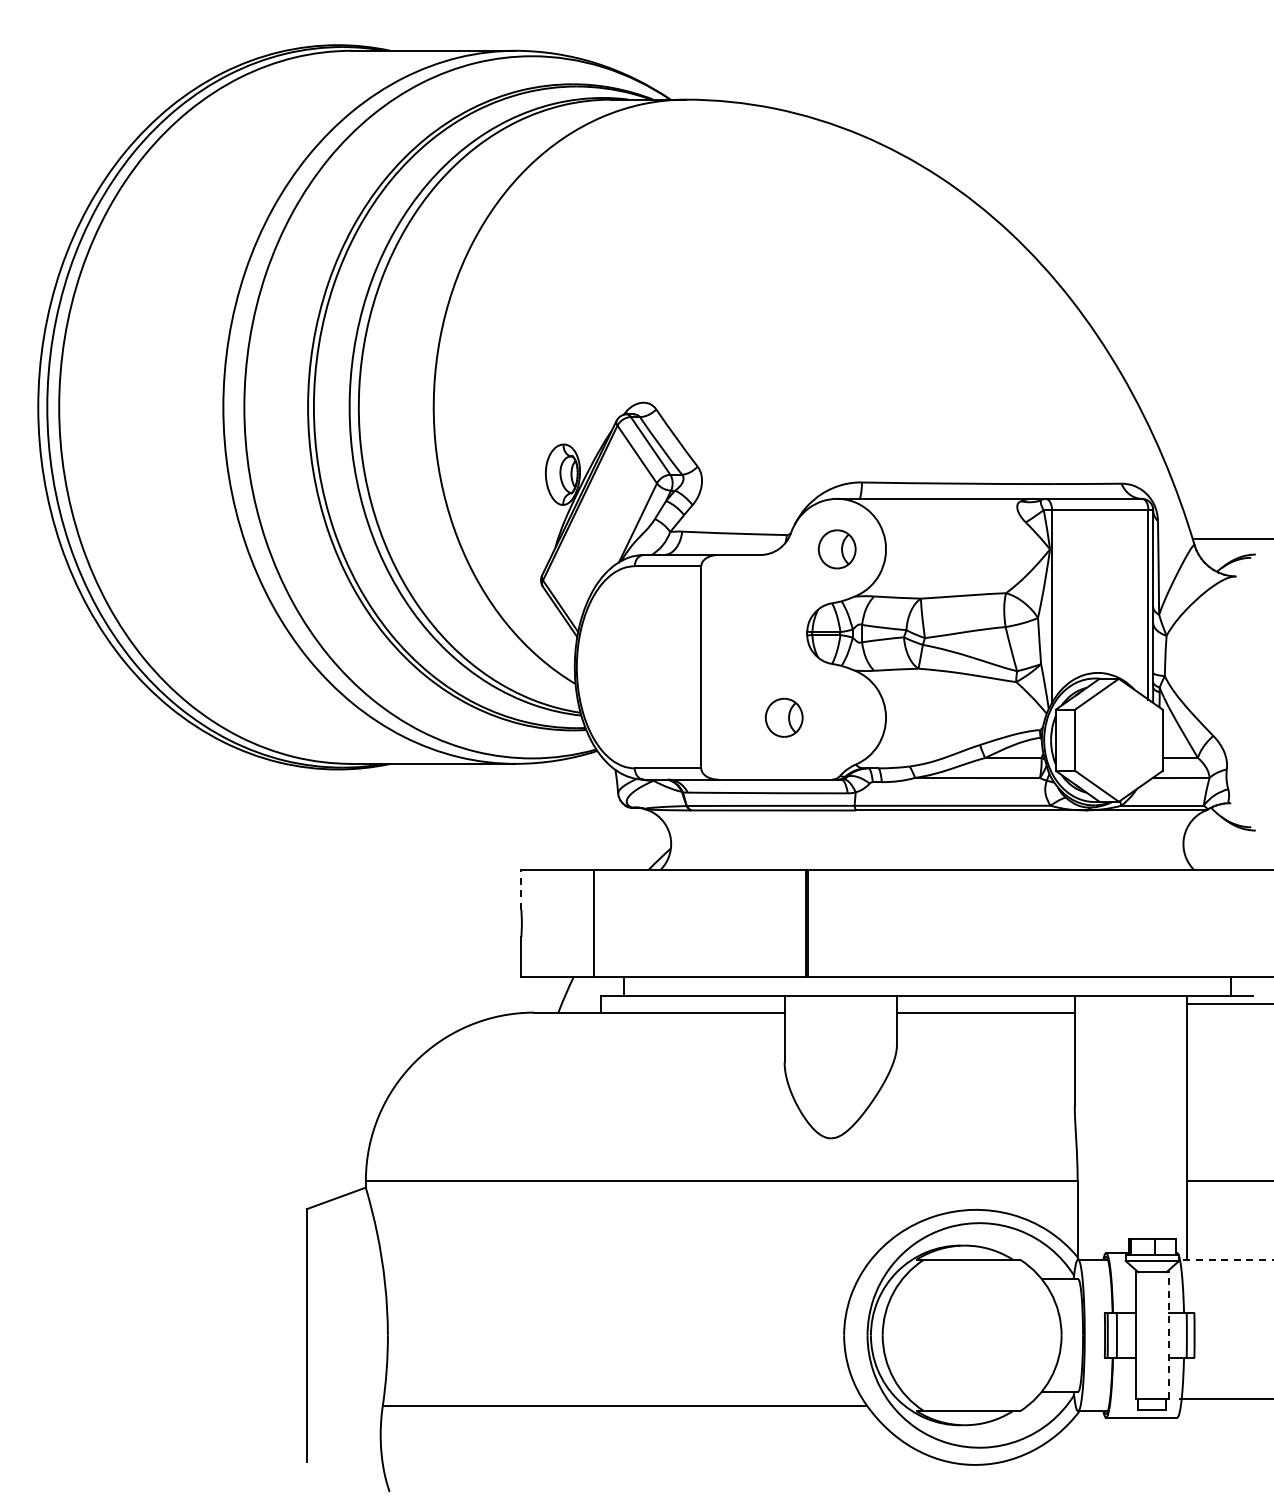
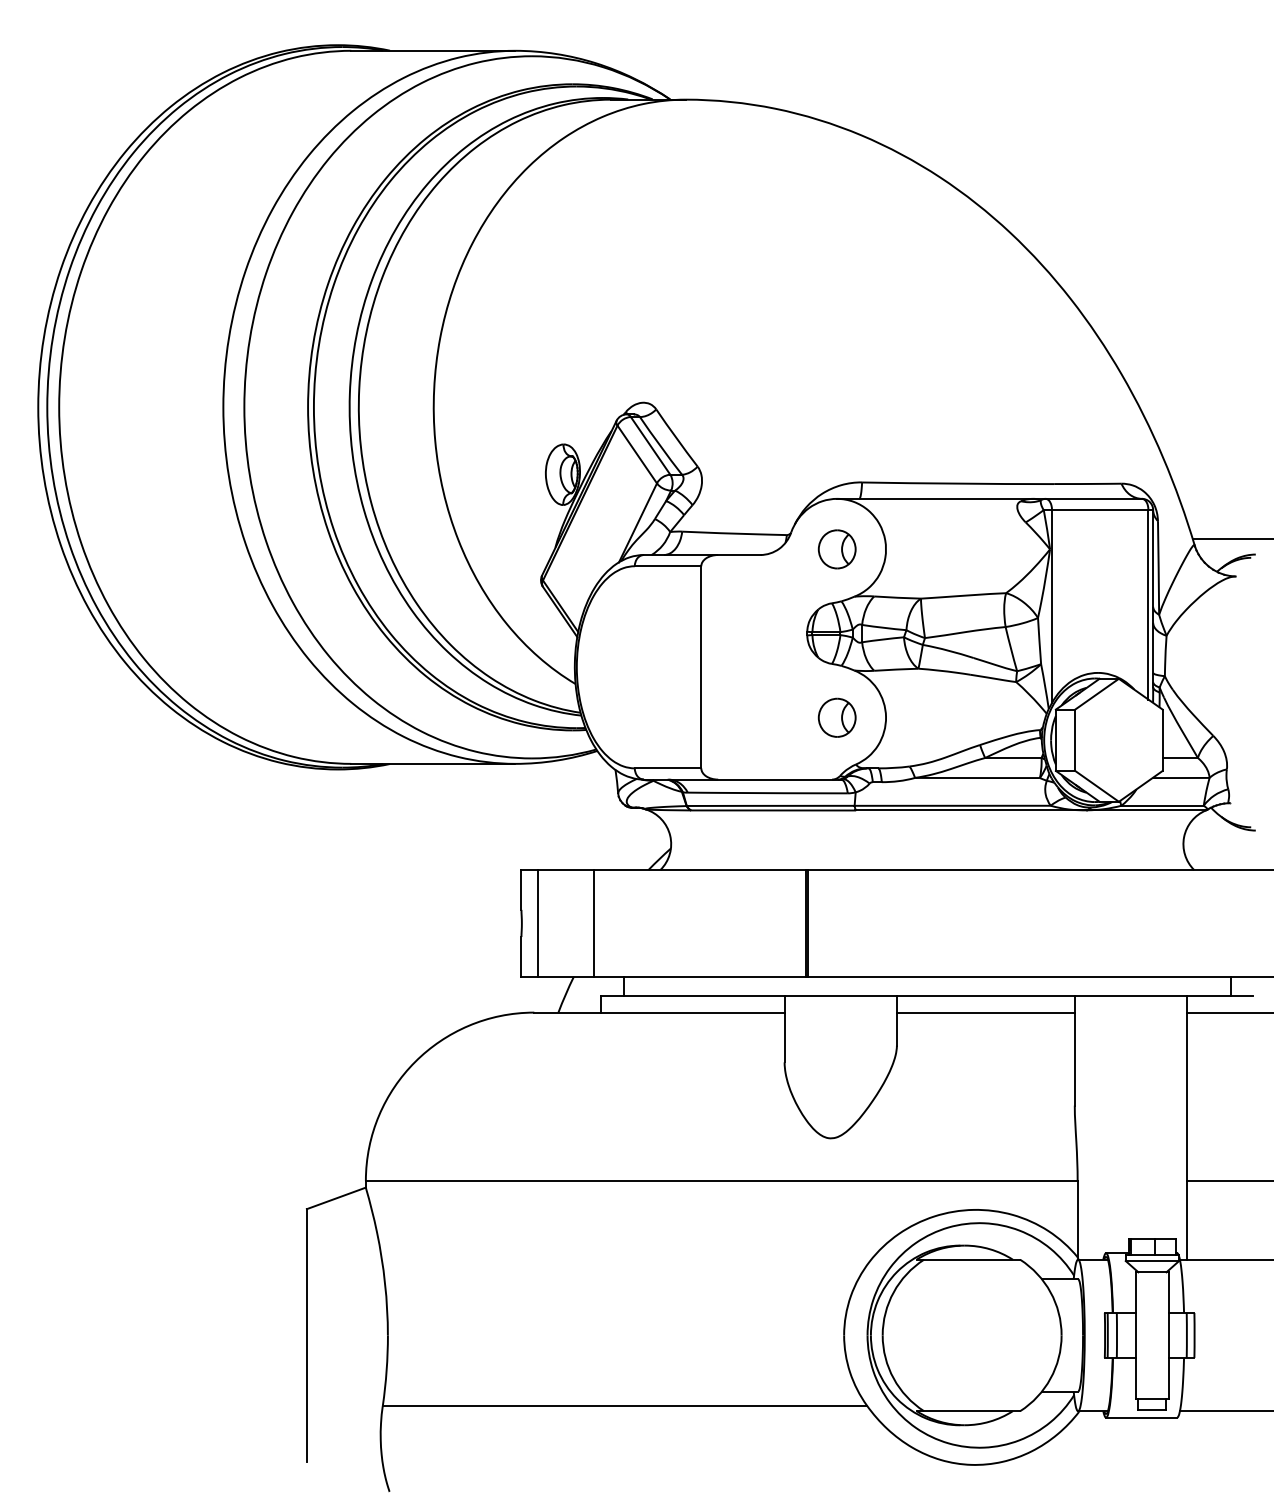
part at (783, 717) position: (783, 717) -> (836, 717)
line at (521, 889): dashed -> solid
line at (538, 923): none -> present
line at (1228, 1003) position: (1228, 1003) -> (1228, 1012)
line at (1226, 1259): dashed -> solid
line at (1169, 1334): dashed -> solid
line at (1224, 1399) position: (1224, 1399) -> (1224, 1411)
